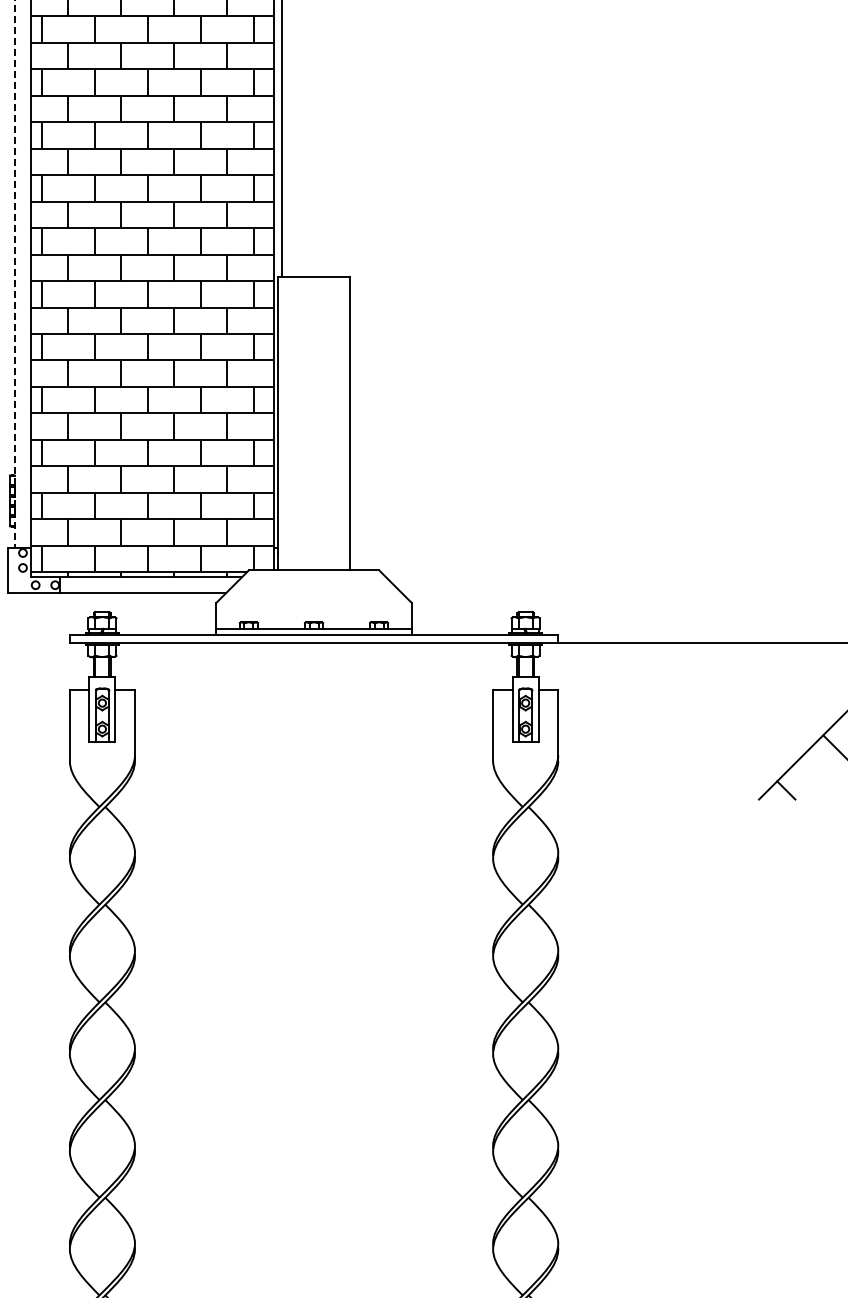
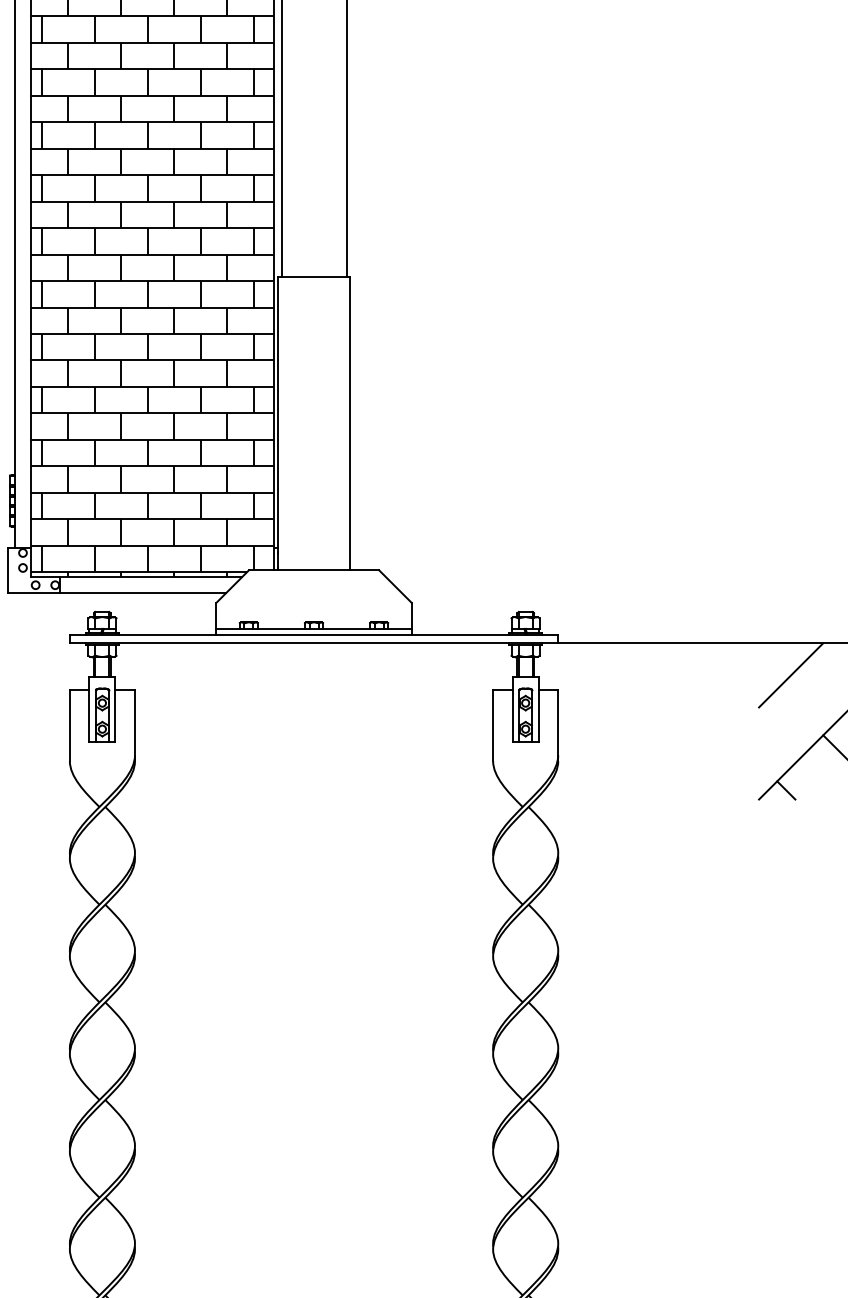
line at (346, 139): none -> present
line at (14, 273): dashed -> solid
line at (791, 675): none -> present
